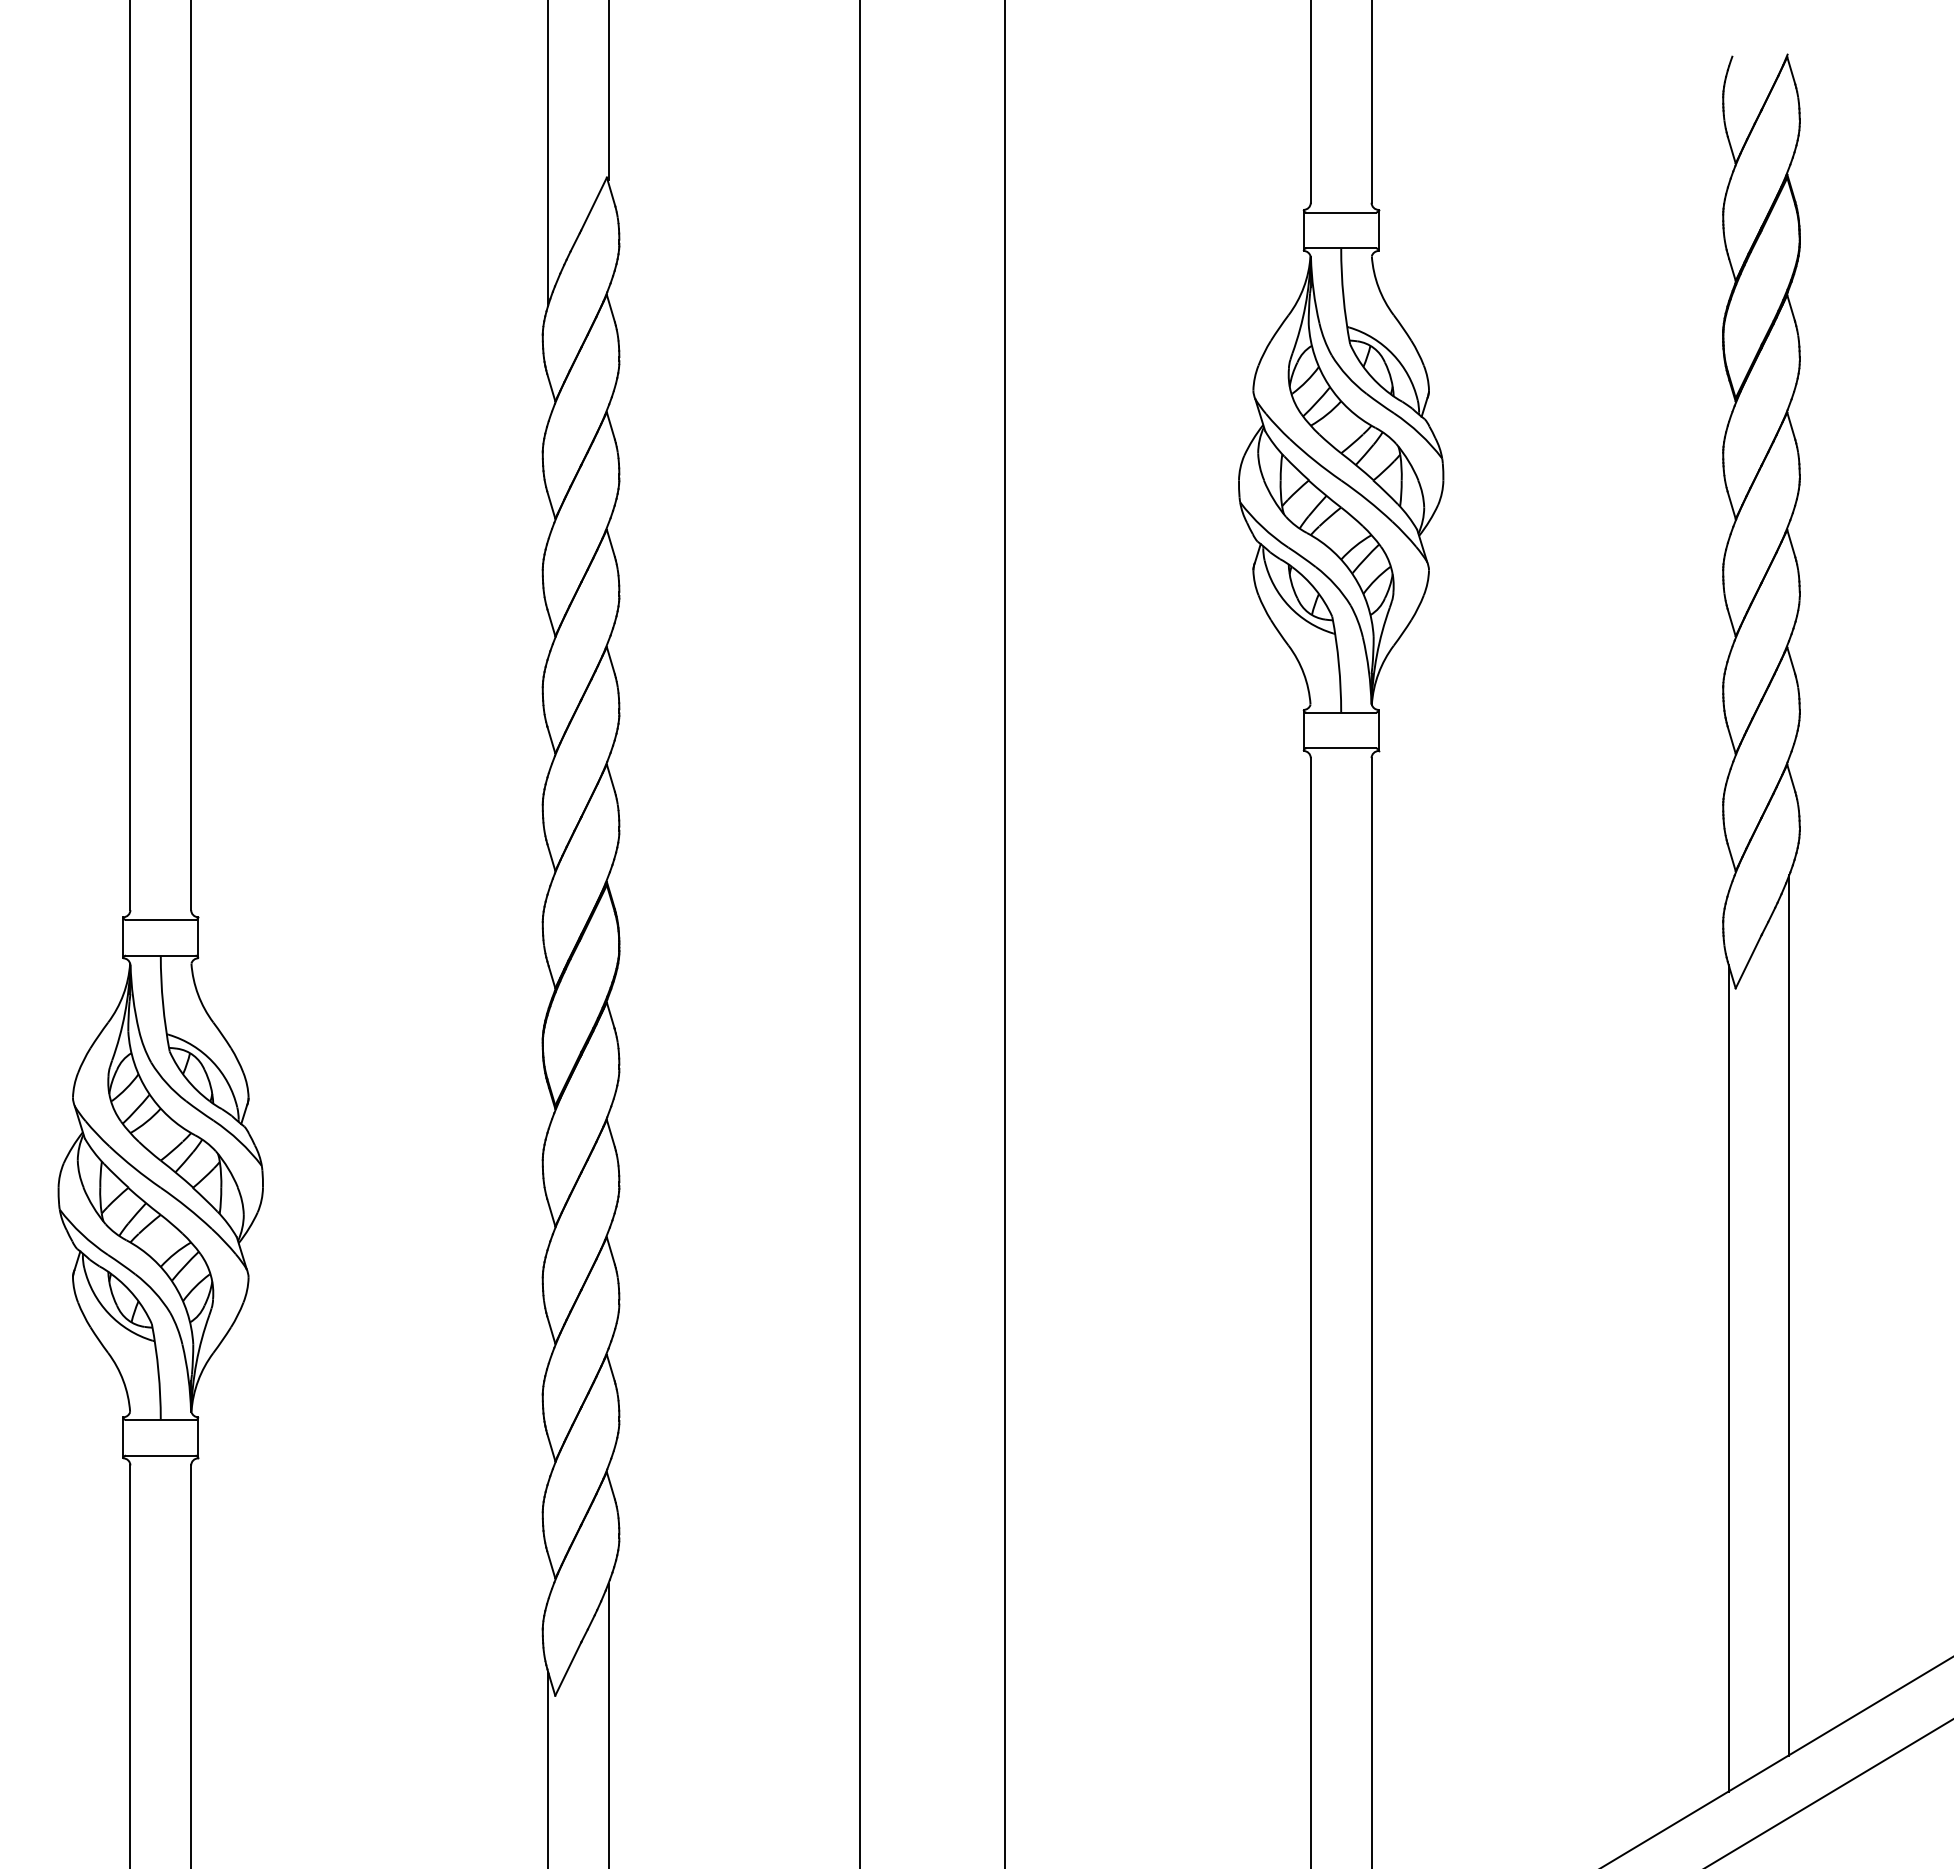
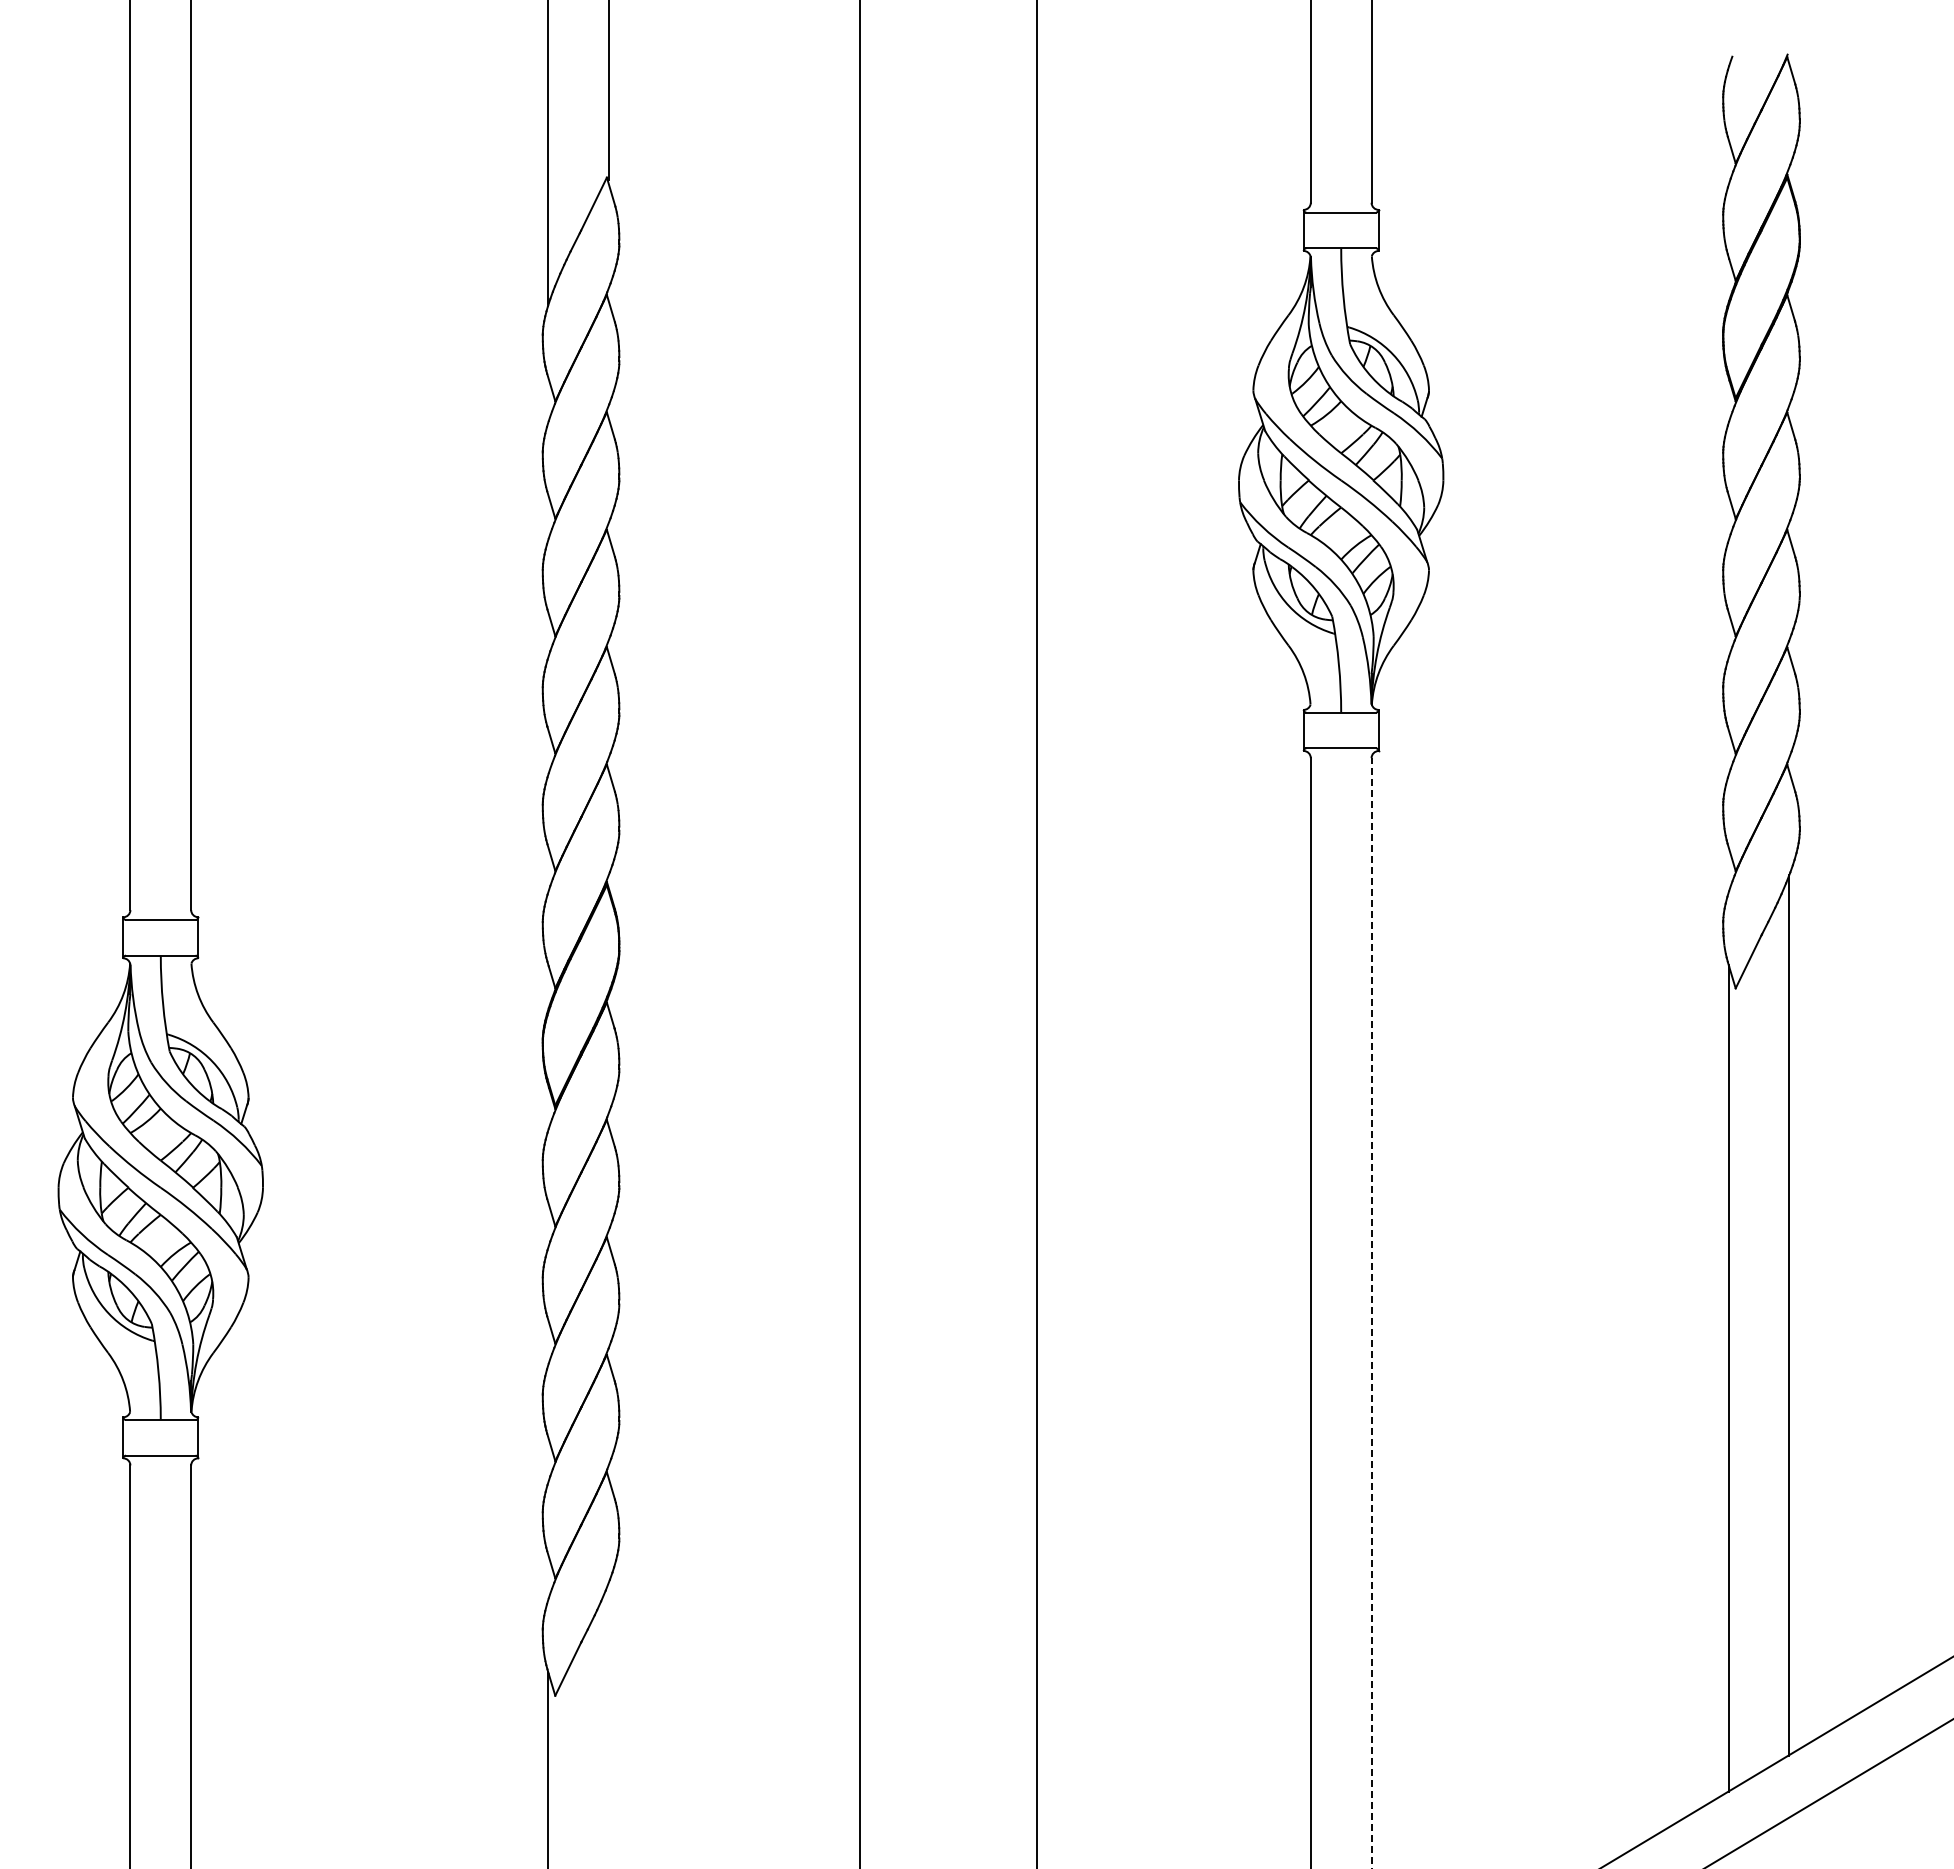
line at (1004, 933) position: (1004, 933) -> (1036, 933)
line at (1371, 1313): solid -> dashed
line at (609, 1724): present -> none
